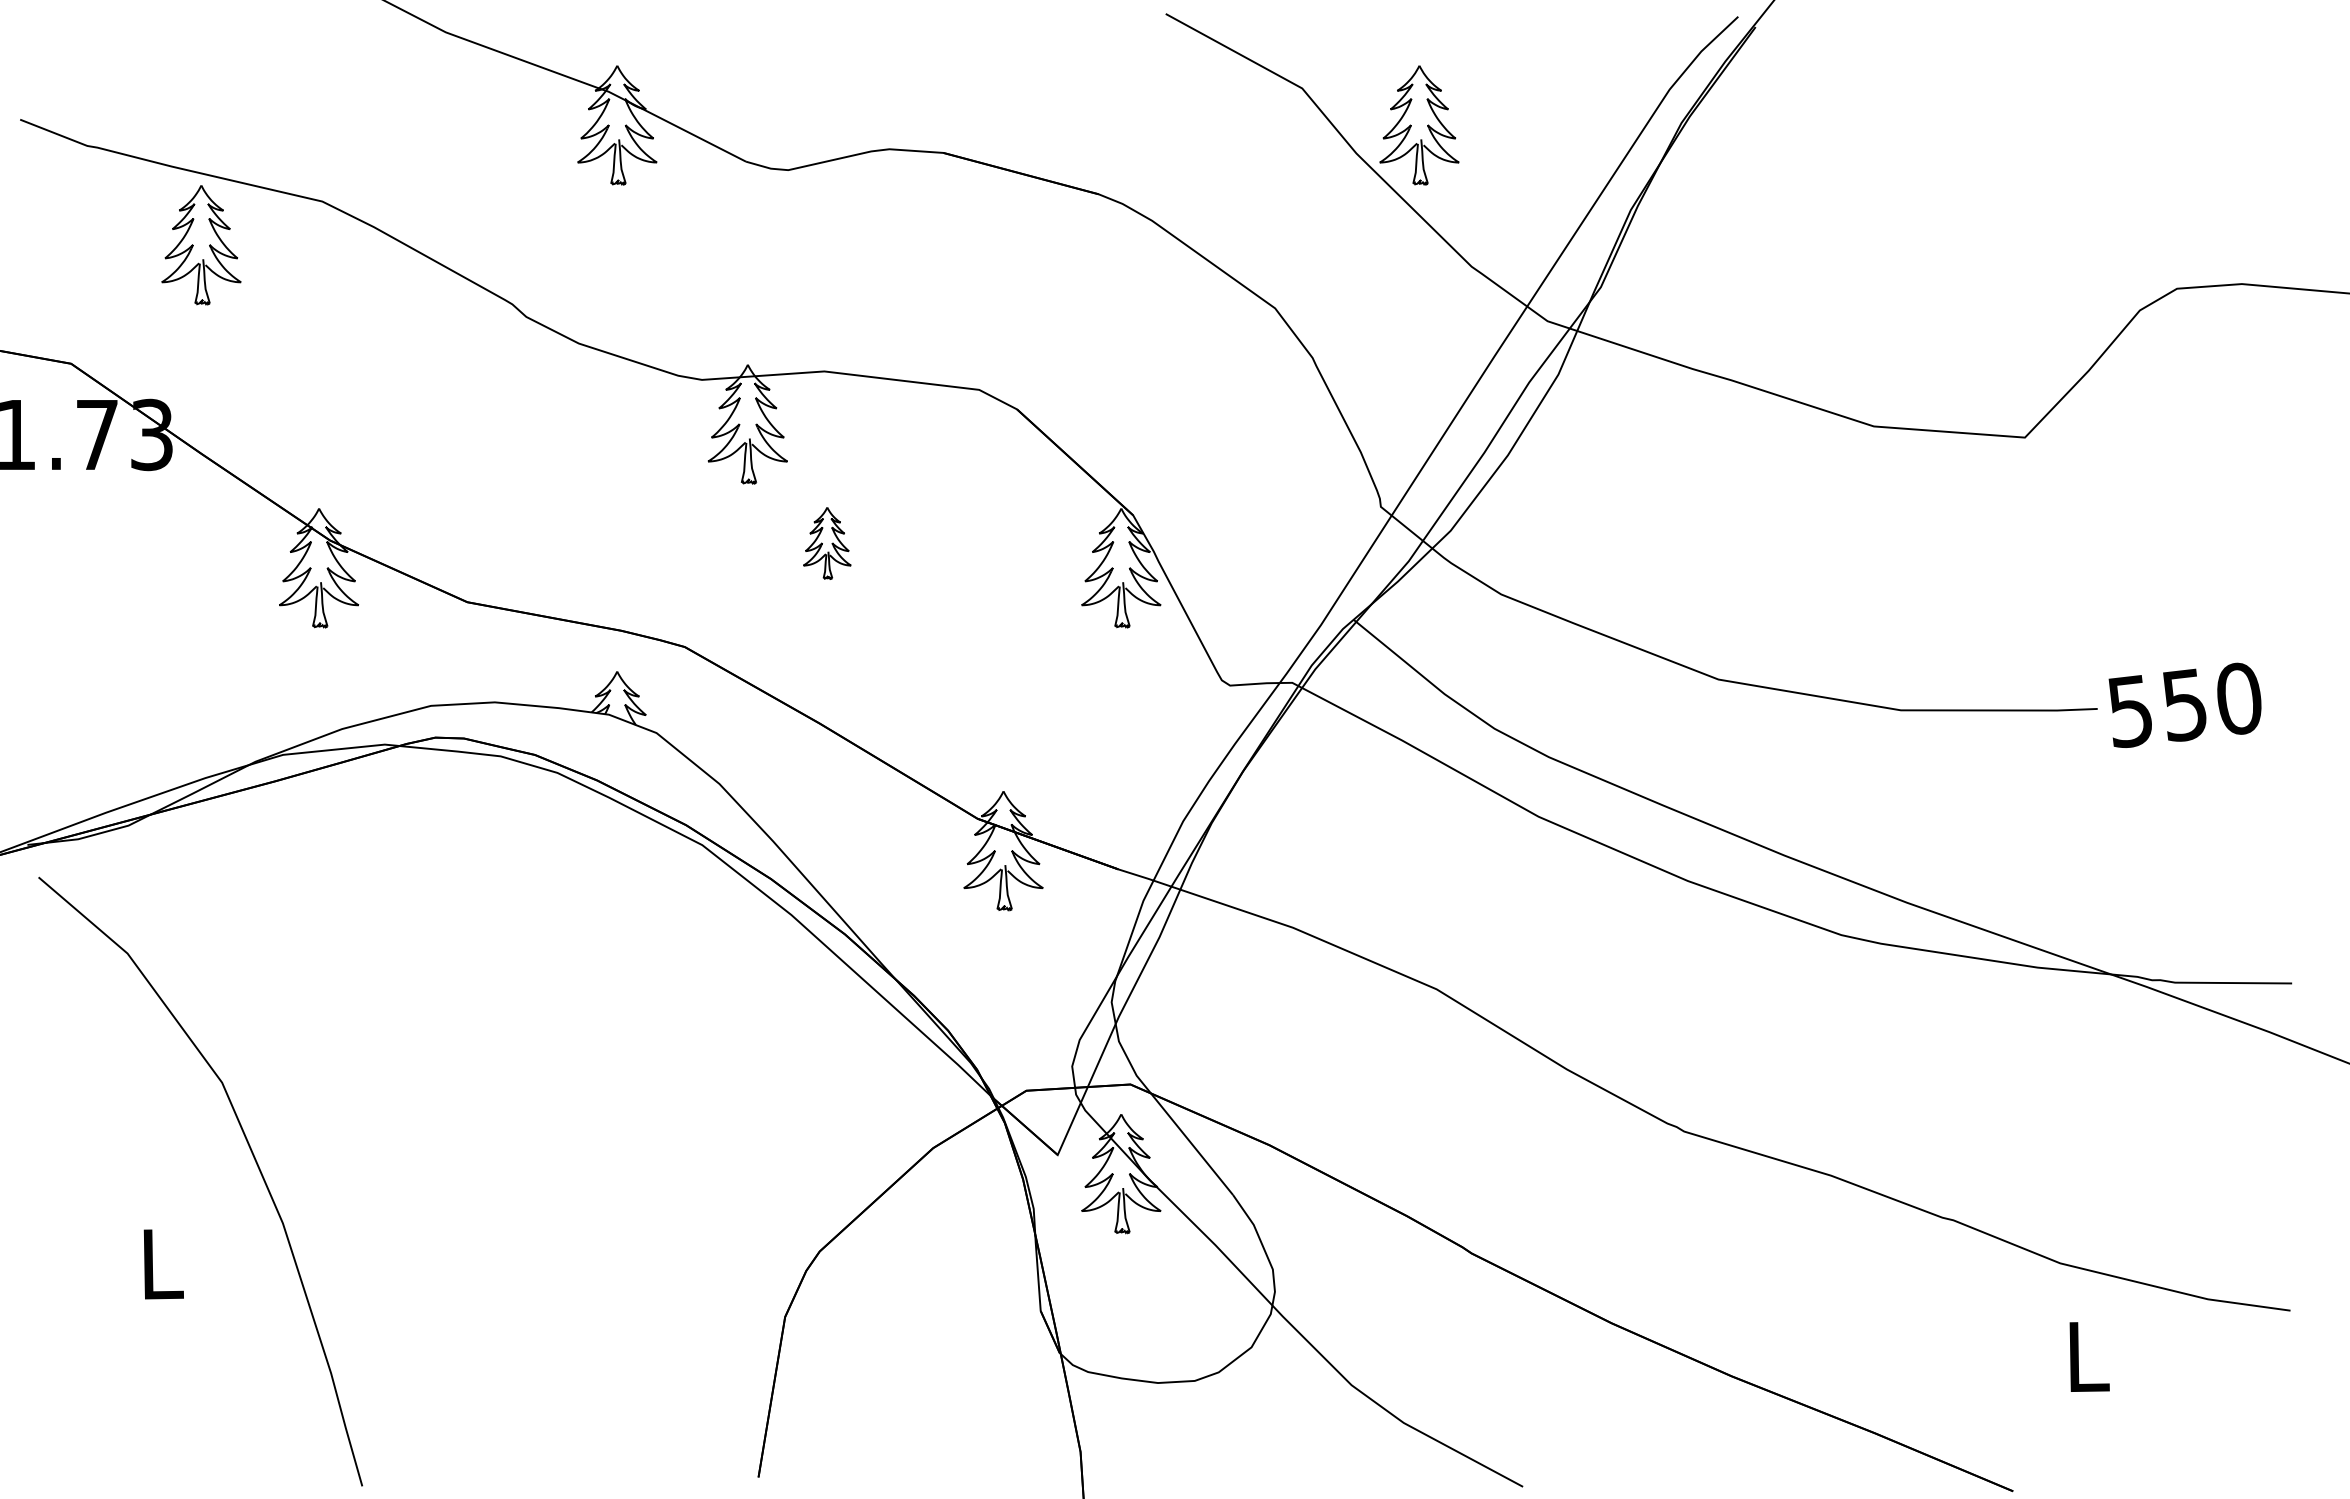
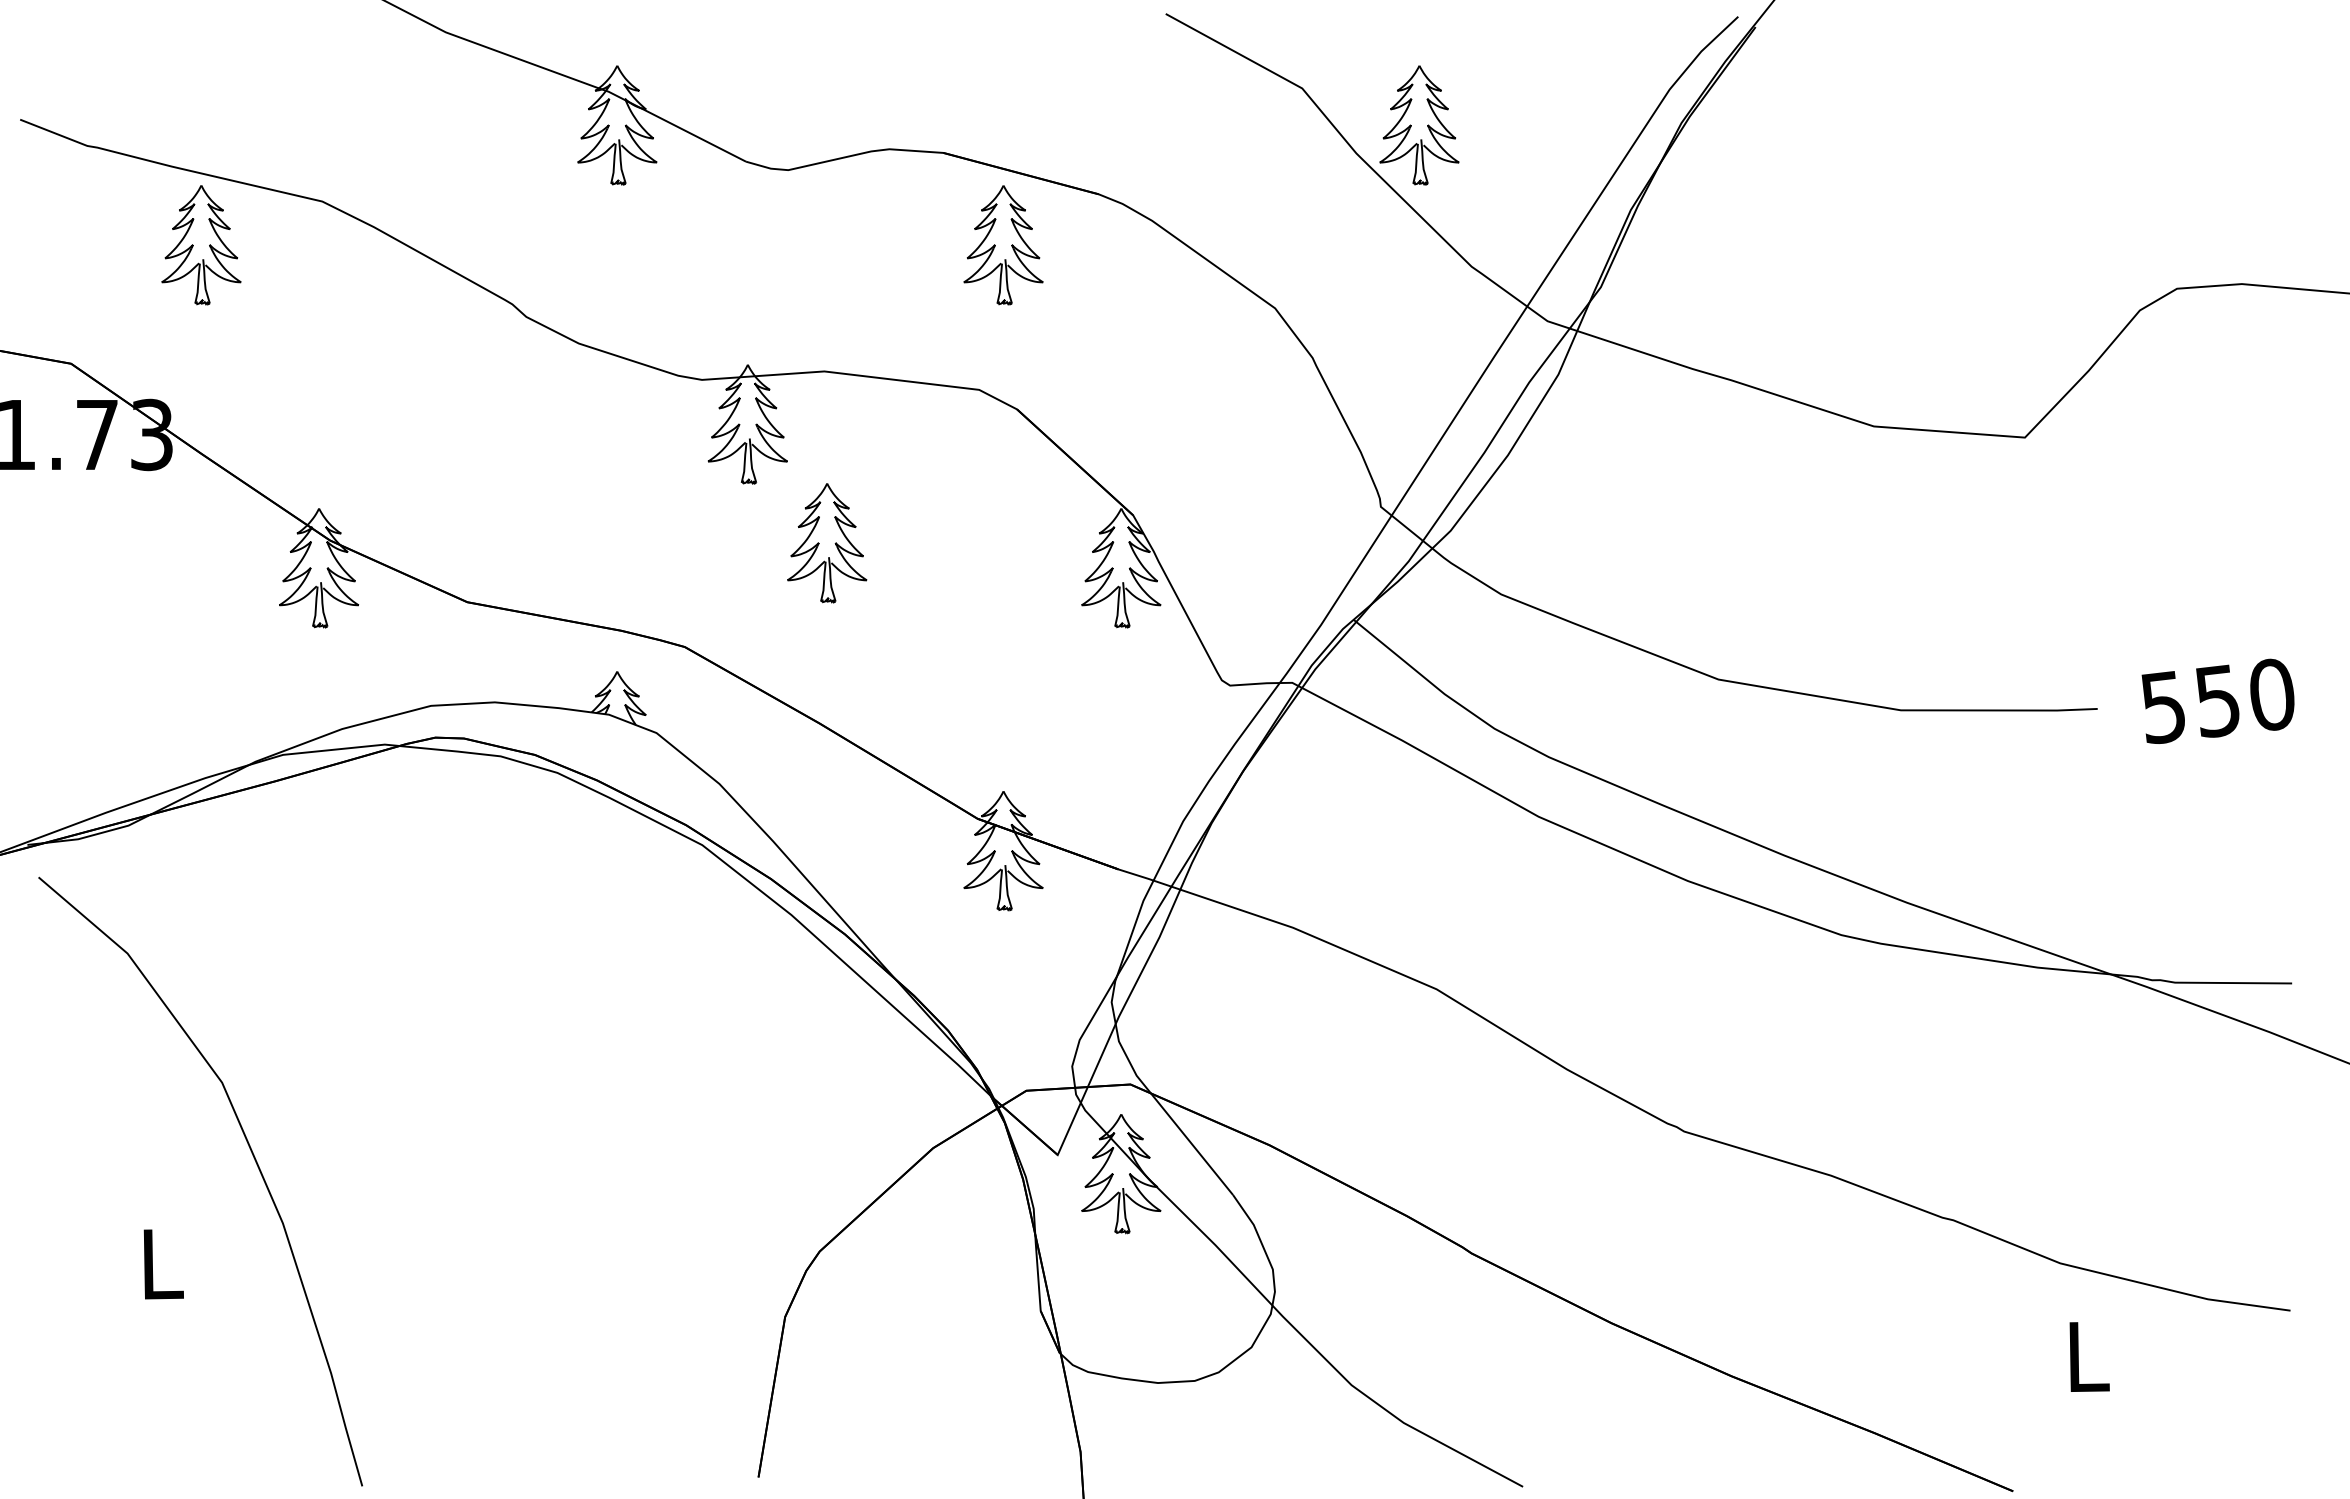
part at (1003, 245): none -> present
part at (827, 543) size: 49x73 px -> 81x121 px
text at (2184, 704) position: (2184, 704) -> (2217, 700)
